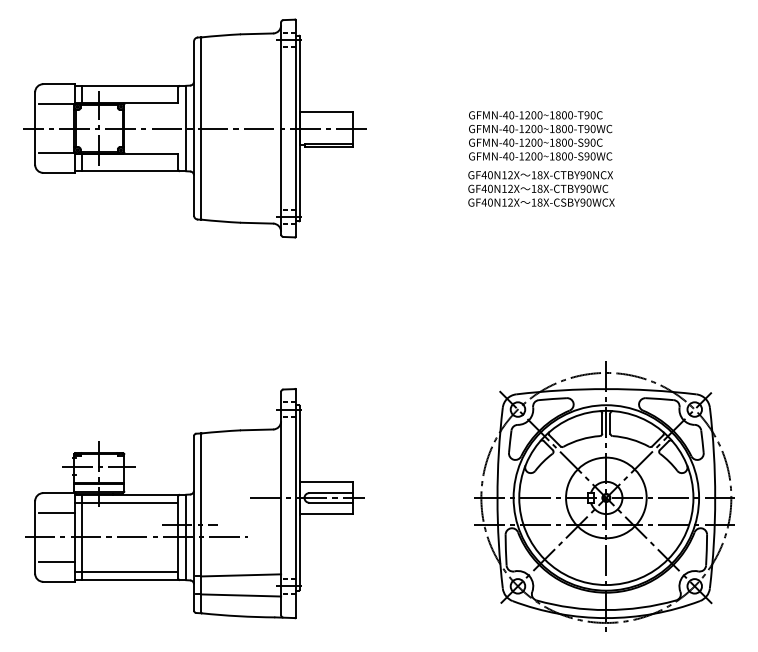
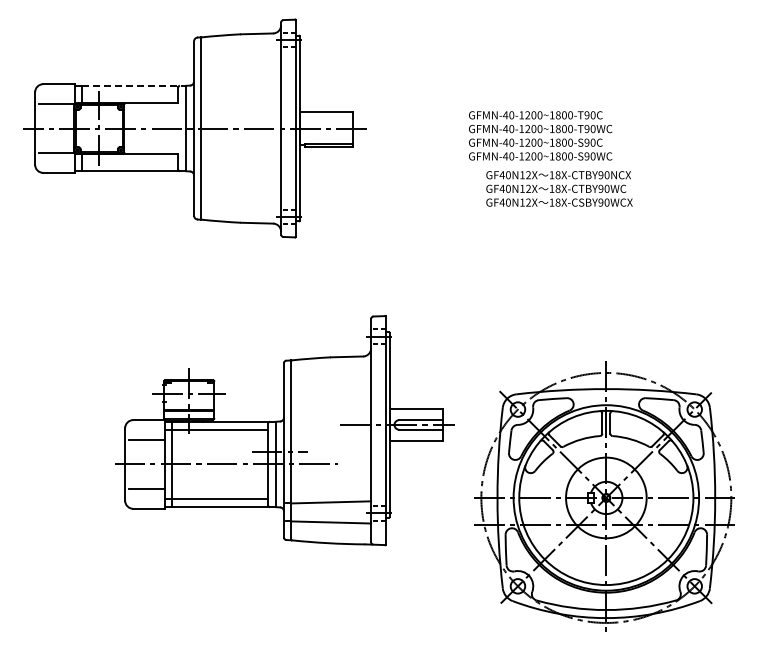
line at (134, 85): solid -> dashed
text at (541, 188) position: (541, 188) -> (559, 188)
part at (194, 503) position: (194, 503) -> (284, 430)
